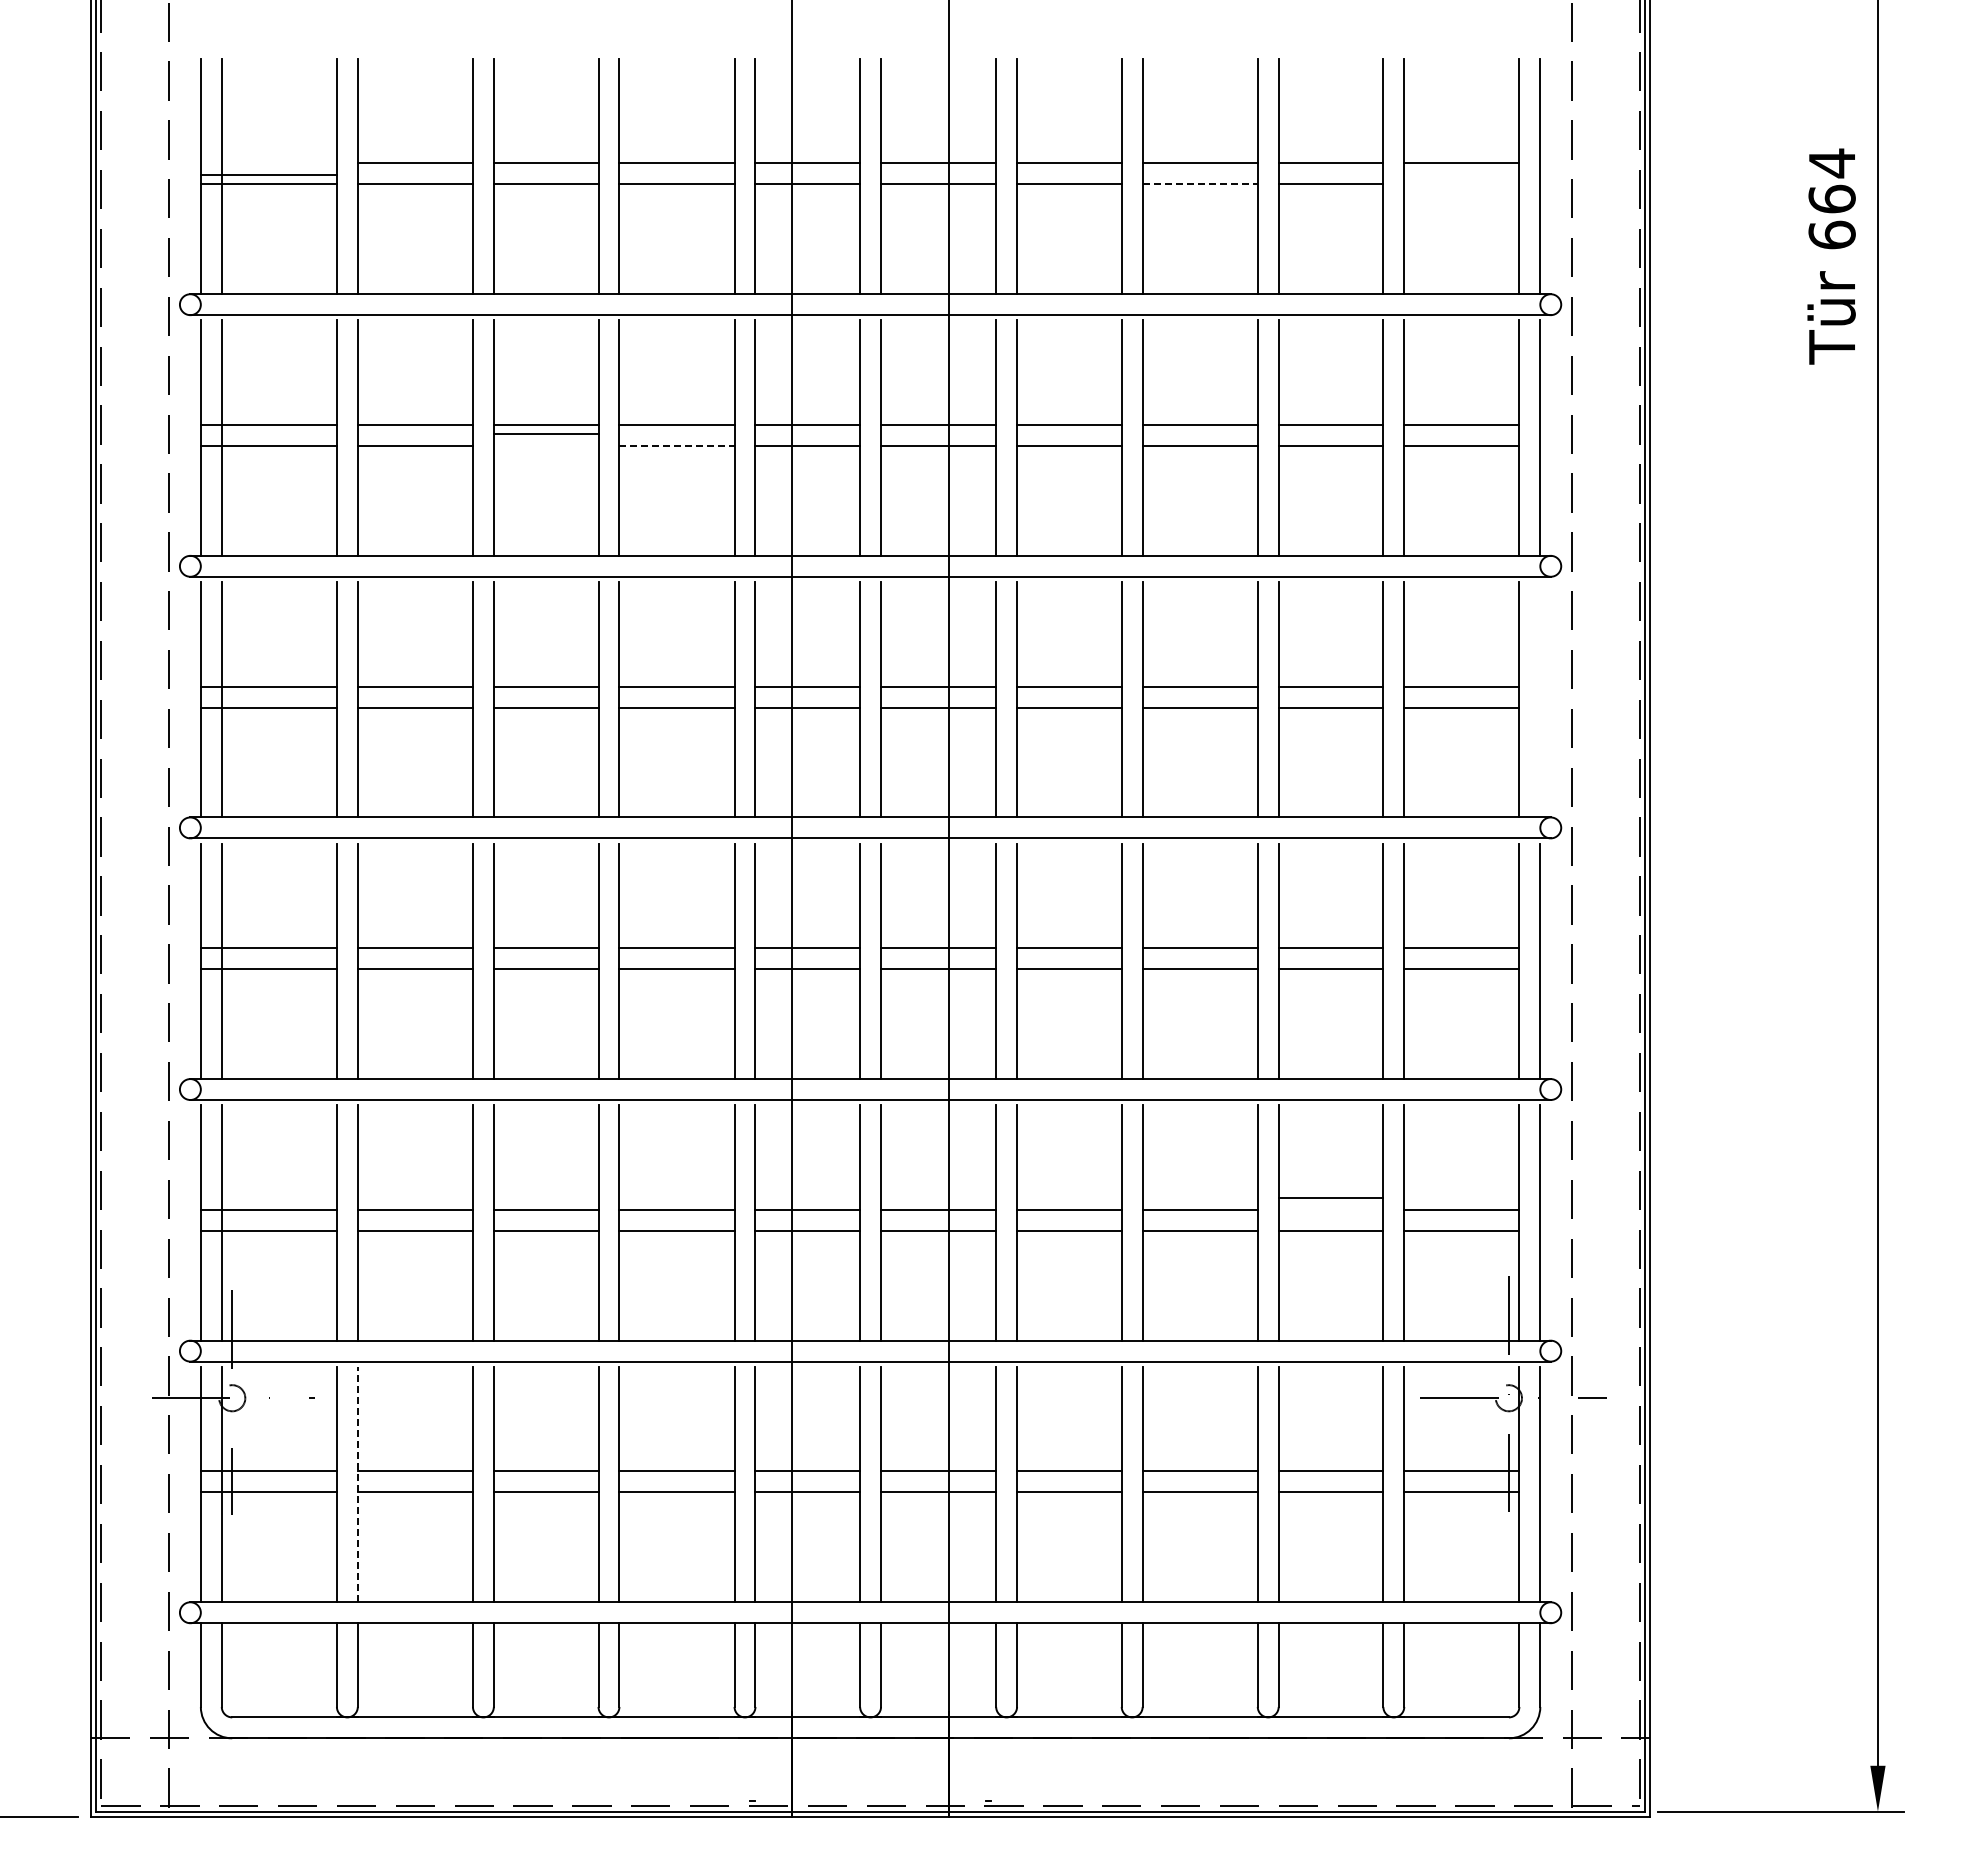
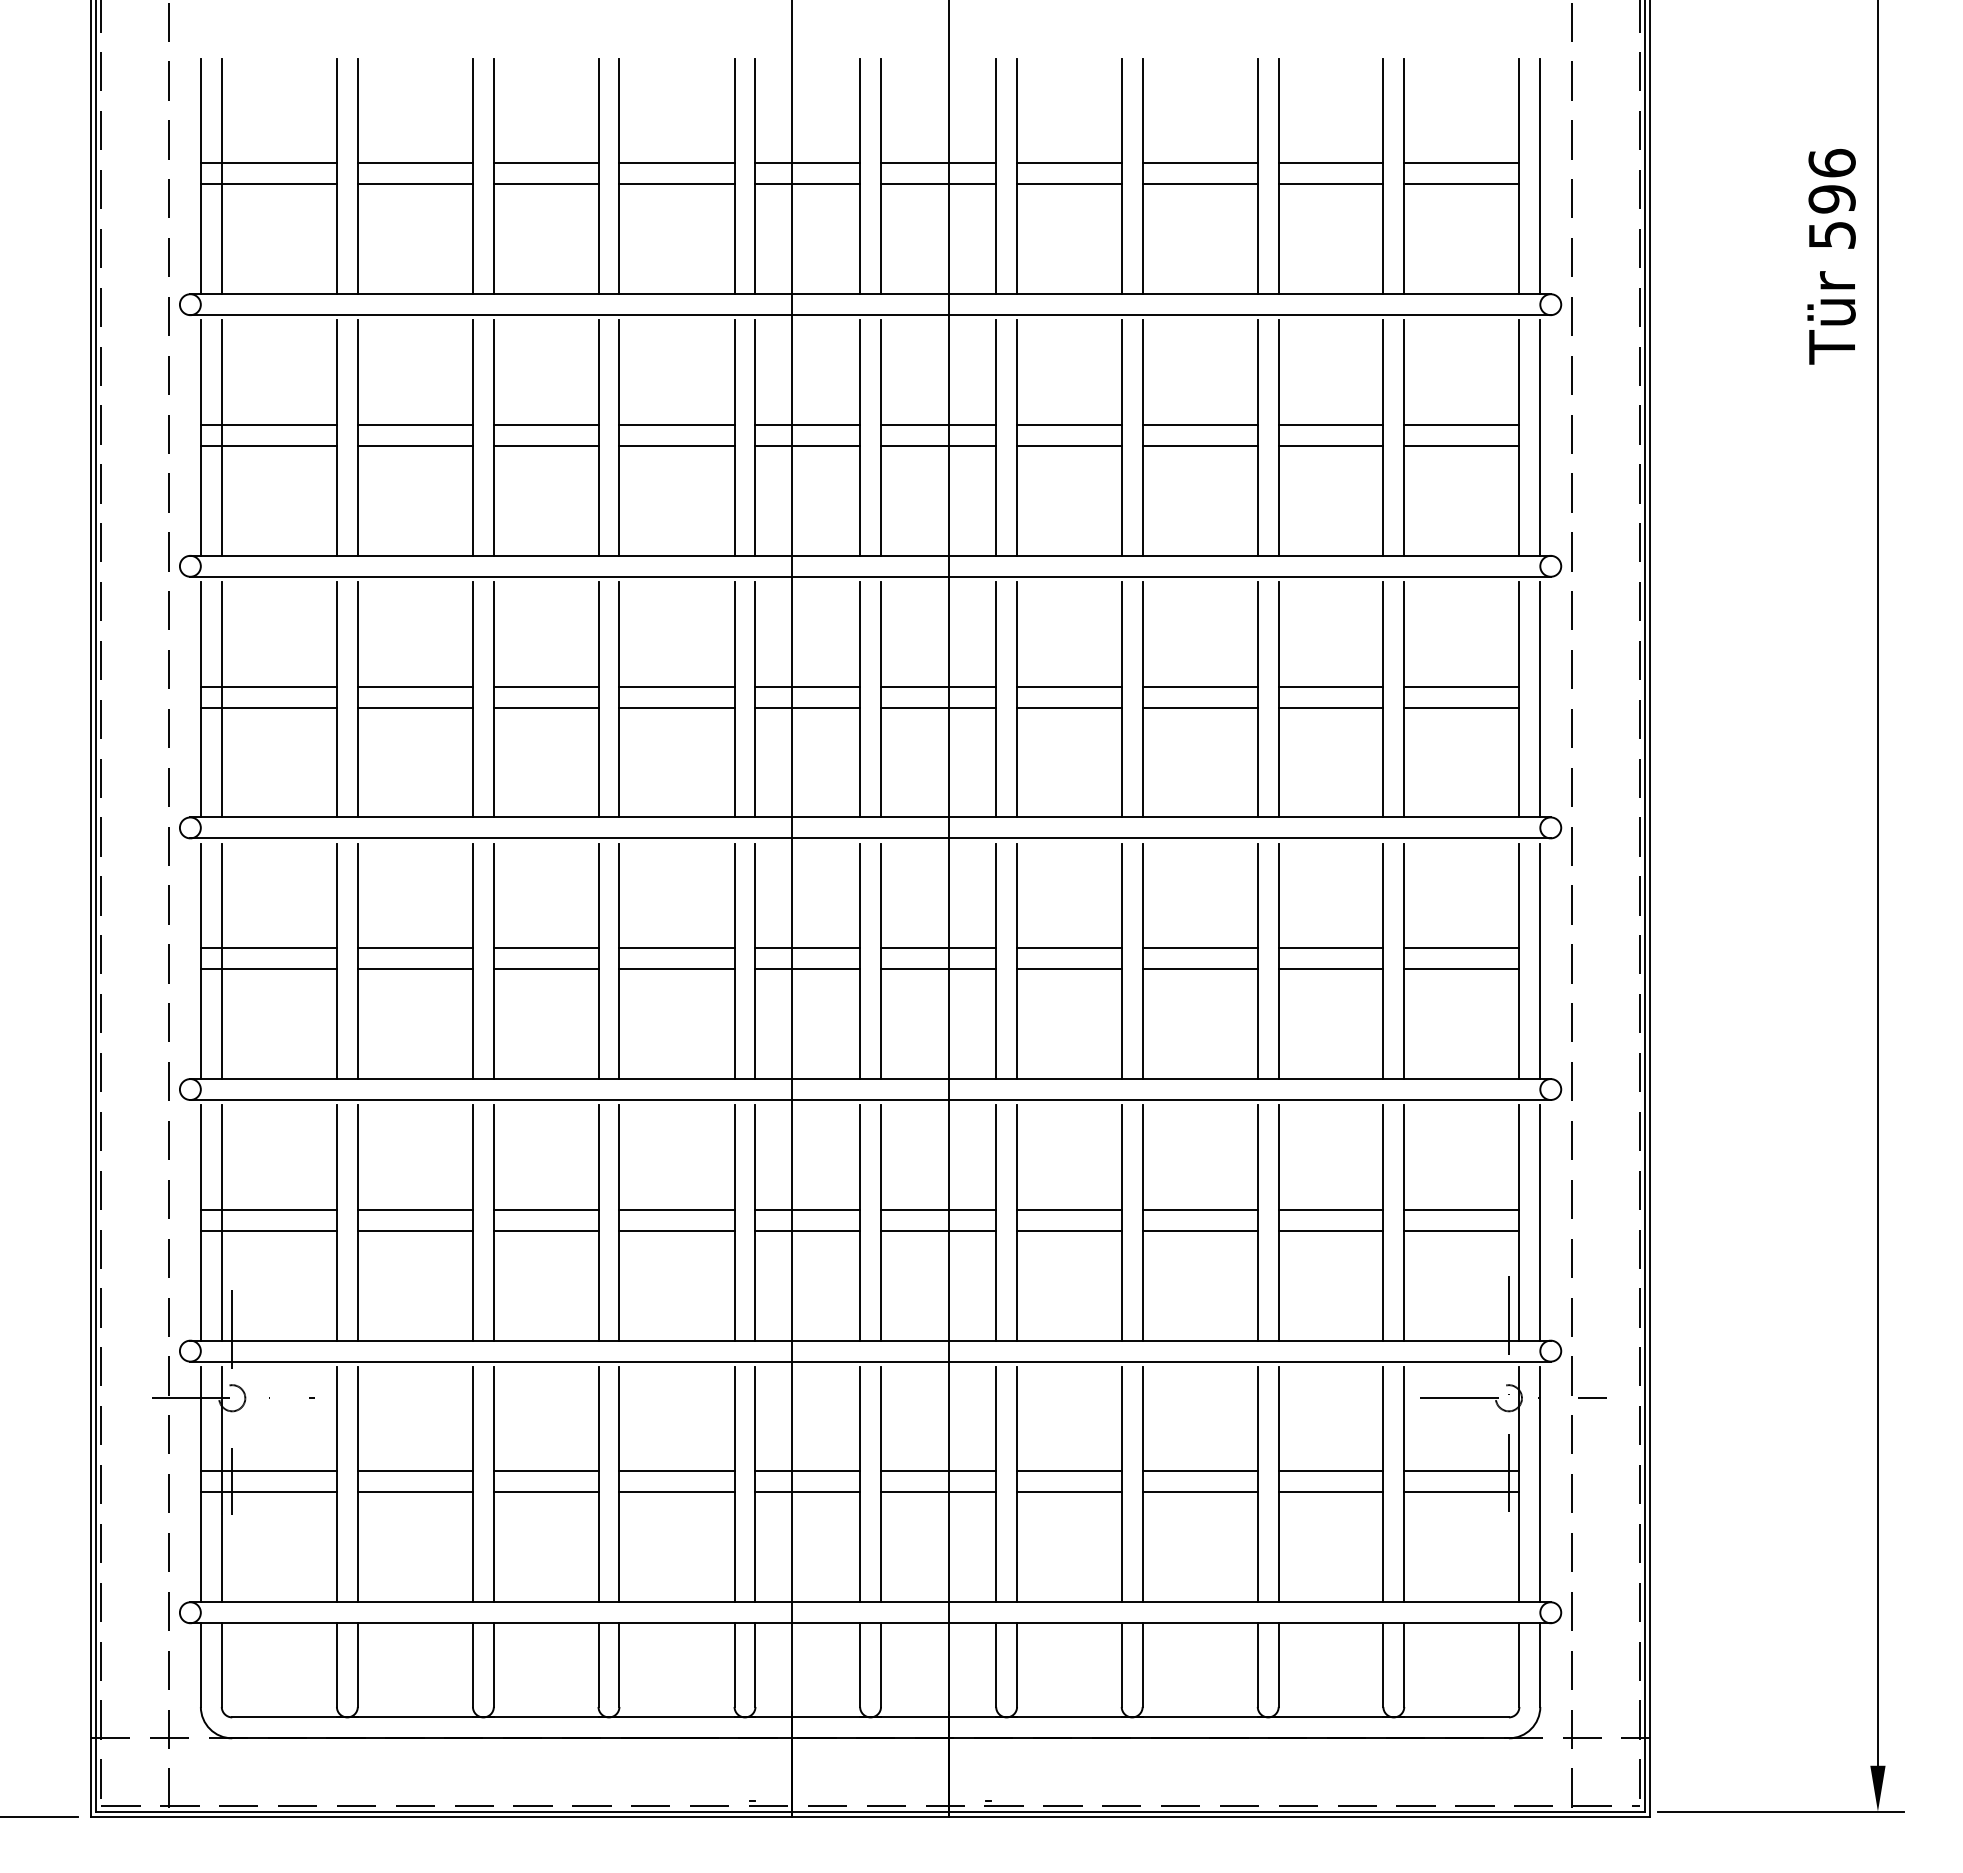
line at (268, 175) position: (268, 175) -> (268, 163)
line at (1200, 184): dashed -> solid
line at (1461, 184): none -> present
text at (1831, 198): 664 -> 596
line at (545, 433) position: (545, 433) -> (545, 445)
line at (676, 445): dashed -> solid
line at (1540, 699): none -> present
line at (1330, 1197) position: (1330, 1197) -> (1330, 1209)
line at (357, 1484): dashed -> solid
